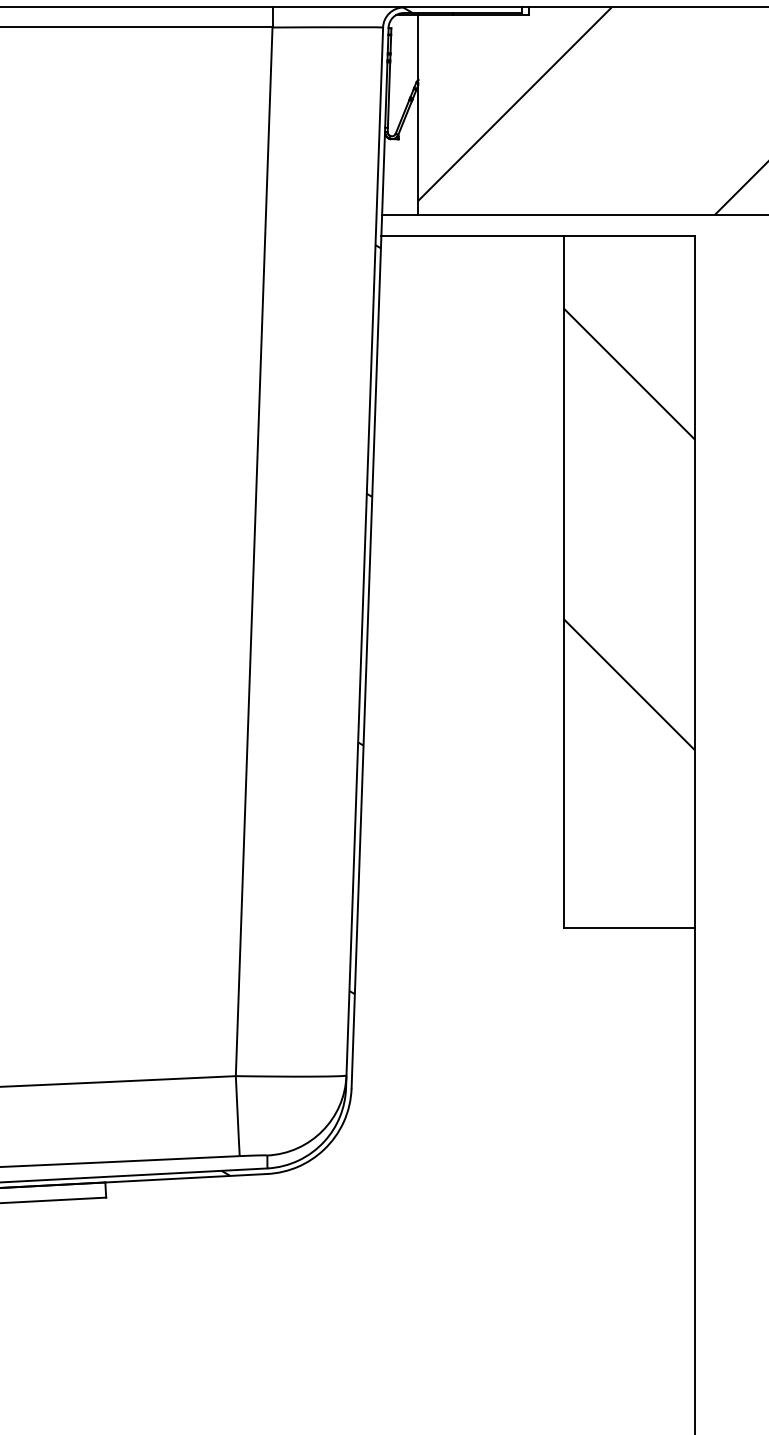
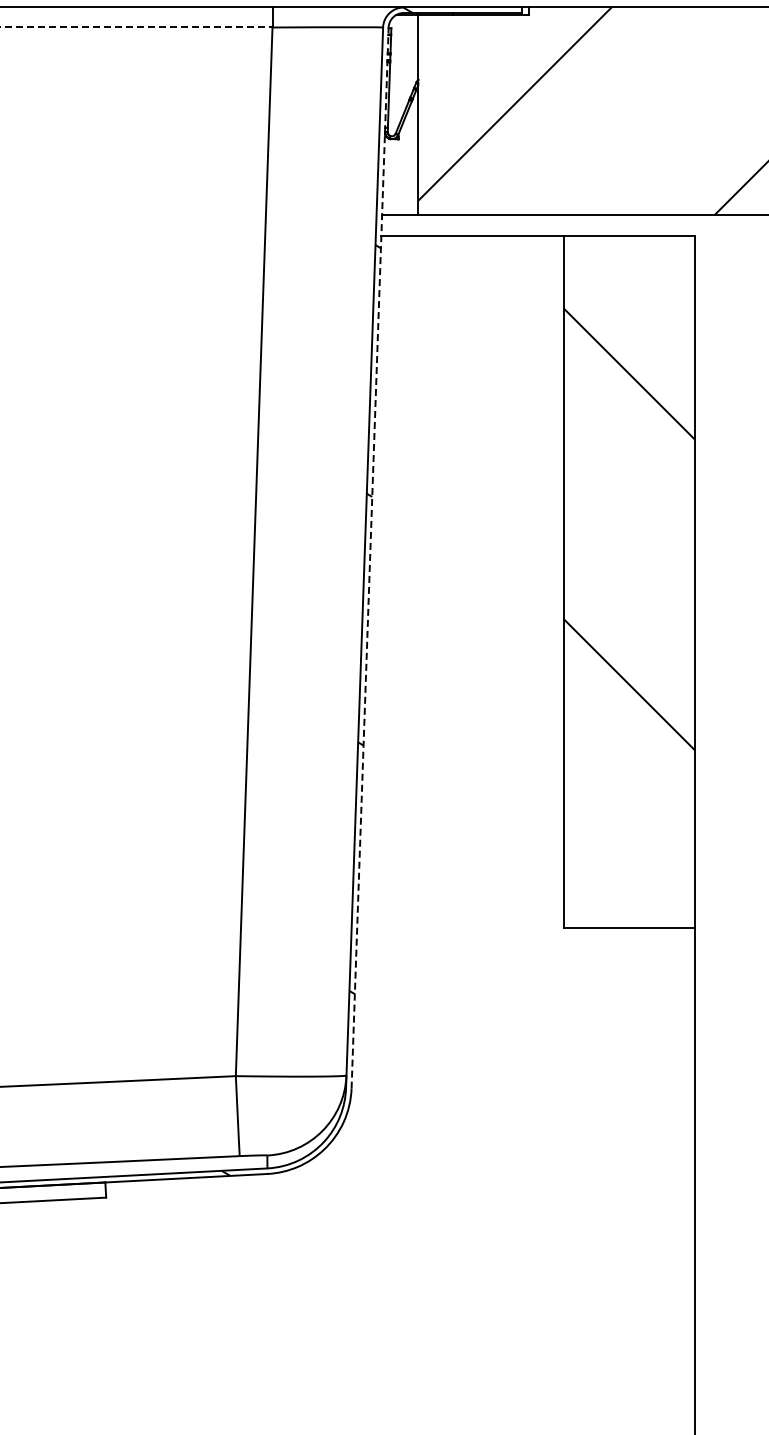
line at (136, 27): solid -> dashed
line at (370, 558): solid -> dashed
